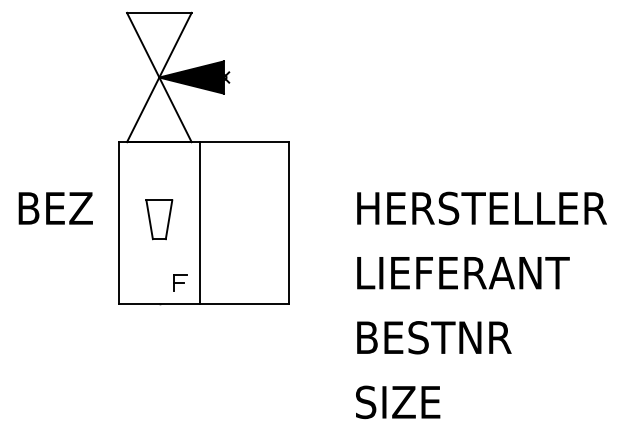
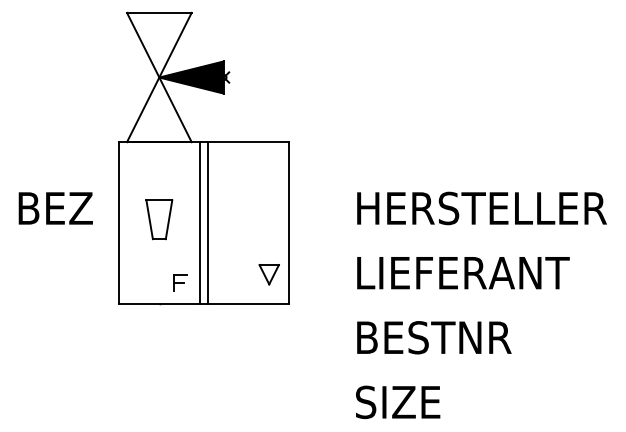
line at (207, 222): none -> present
part at (268, 274): none -> present
